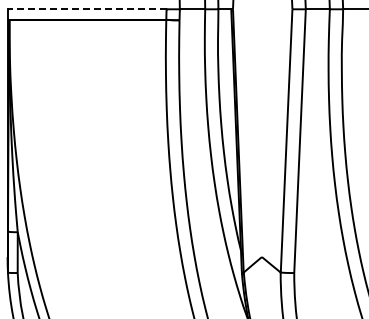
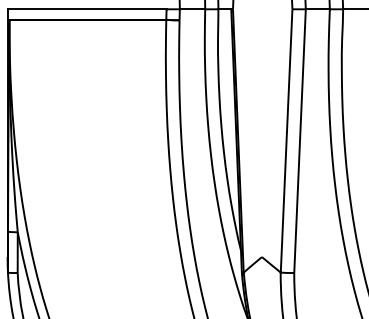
line at (86, 9): dashed -> solid
